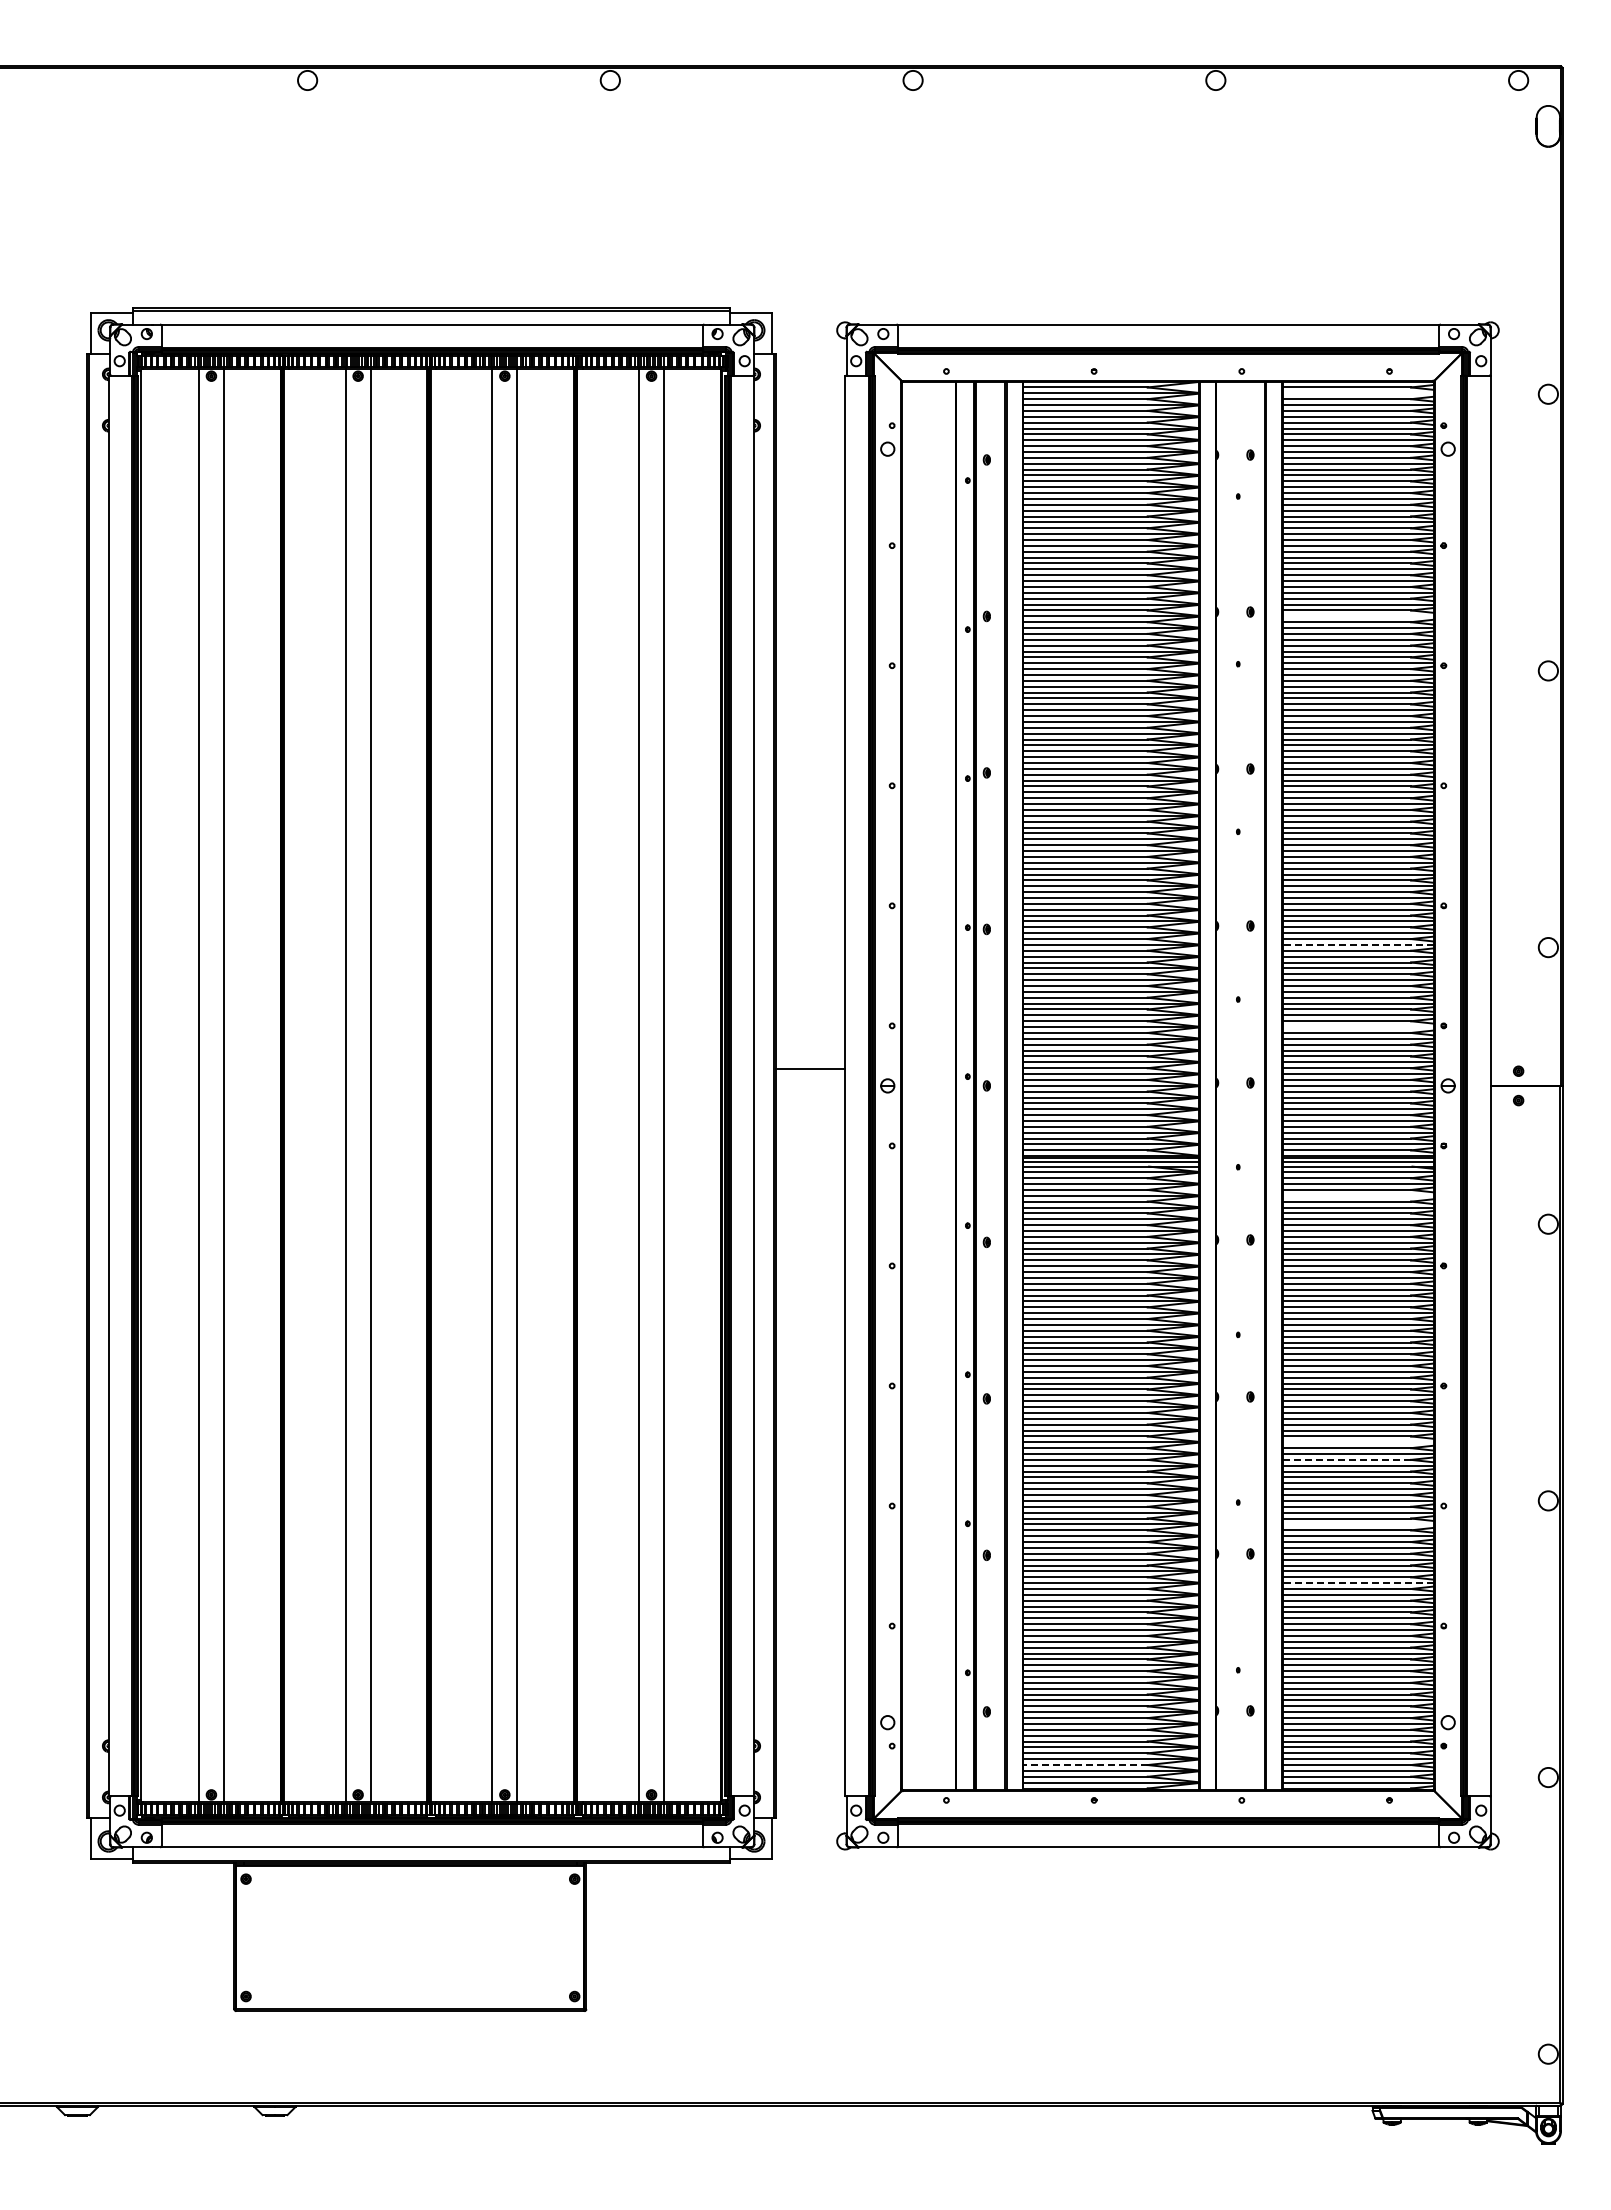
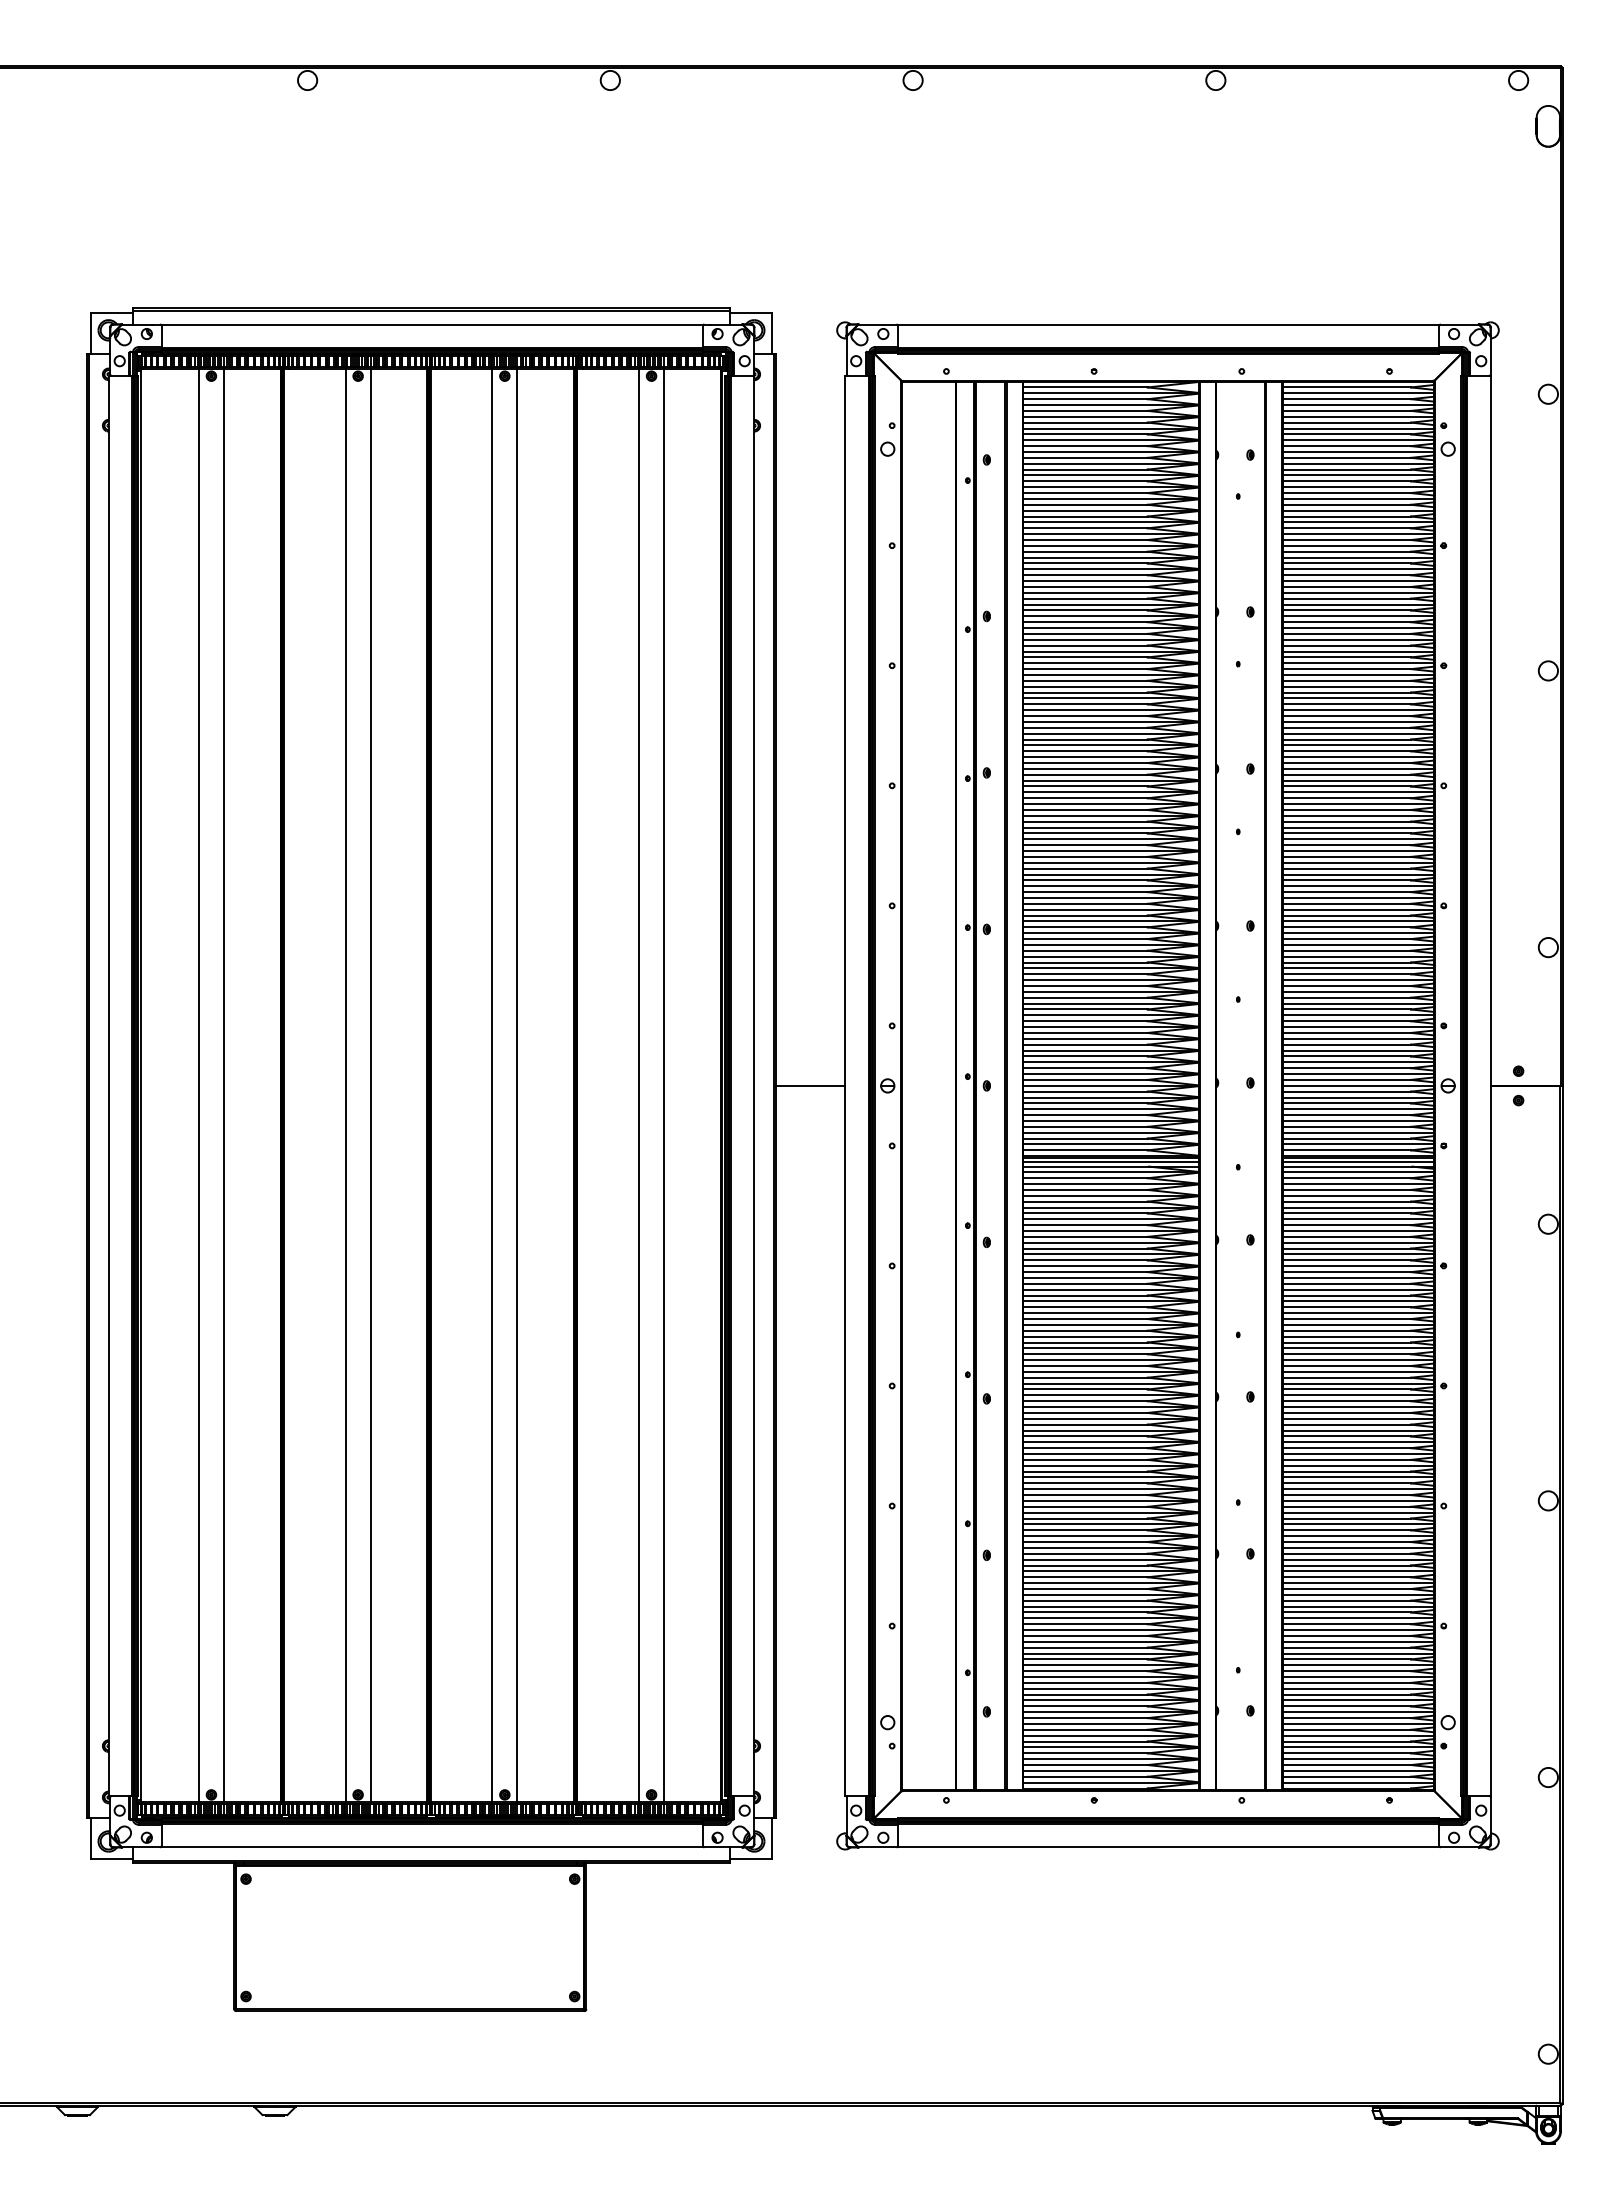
line at (1357, 393): none -> present
line at (1357, 616): none -> present
line at (1357, 944): dashed -> solid
line at (1357, 1027): none -> present
line at (810, 1068) position: (810, 1068) -> (810, 1085)
line at (1357, 1195): none -> present
line at (1357, 1442): none -> present
line at (1346, 1459): dashed -> solid
line at (1357, 1524): none -> present
line at (1357, 1583): dashed -> solid
line at (1085, 1765): dashed -> solid
